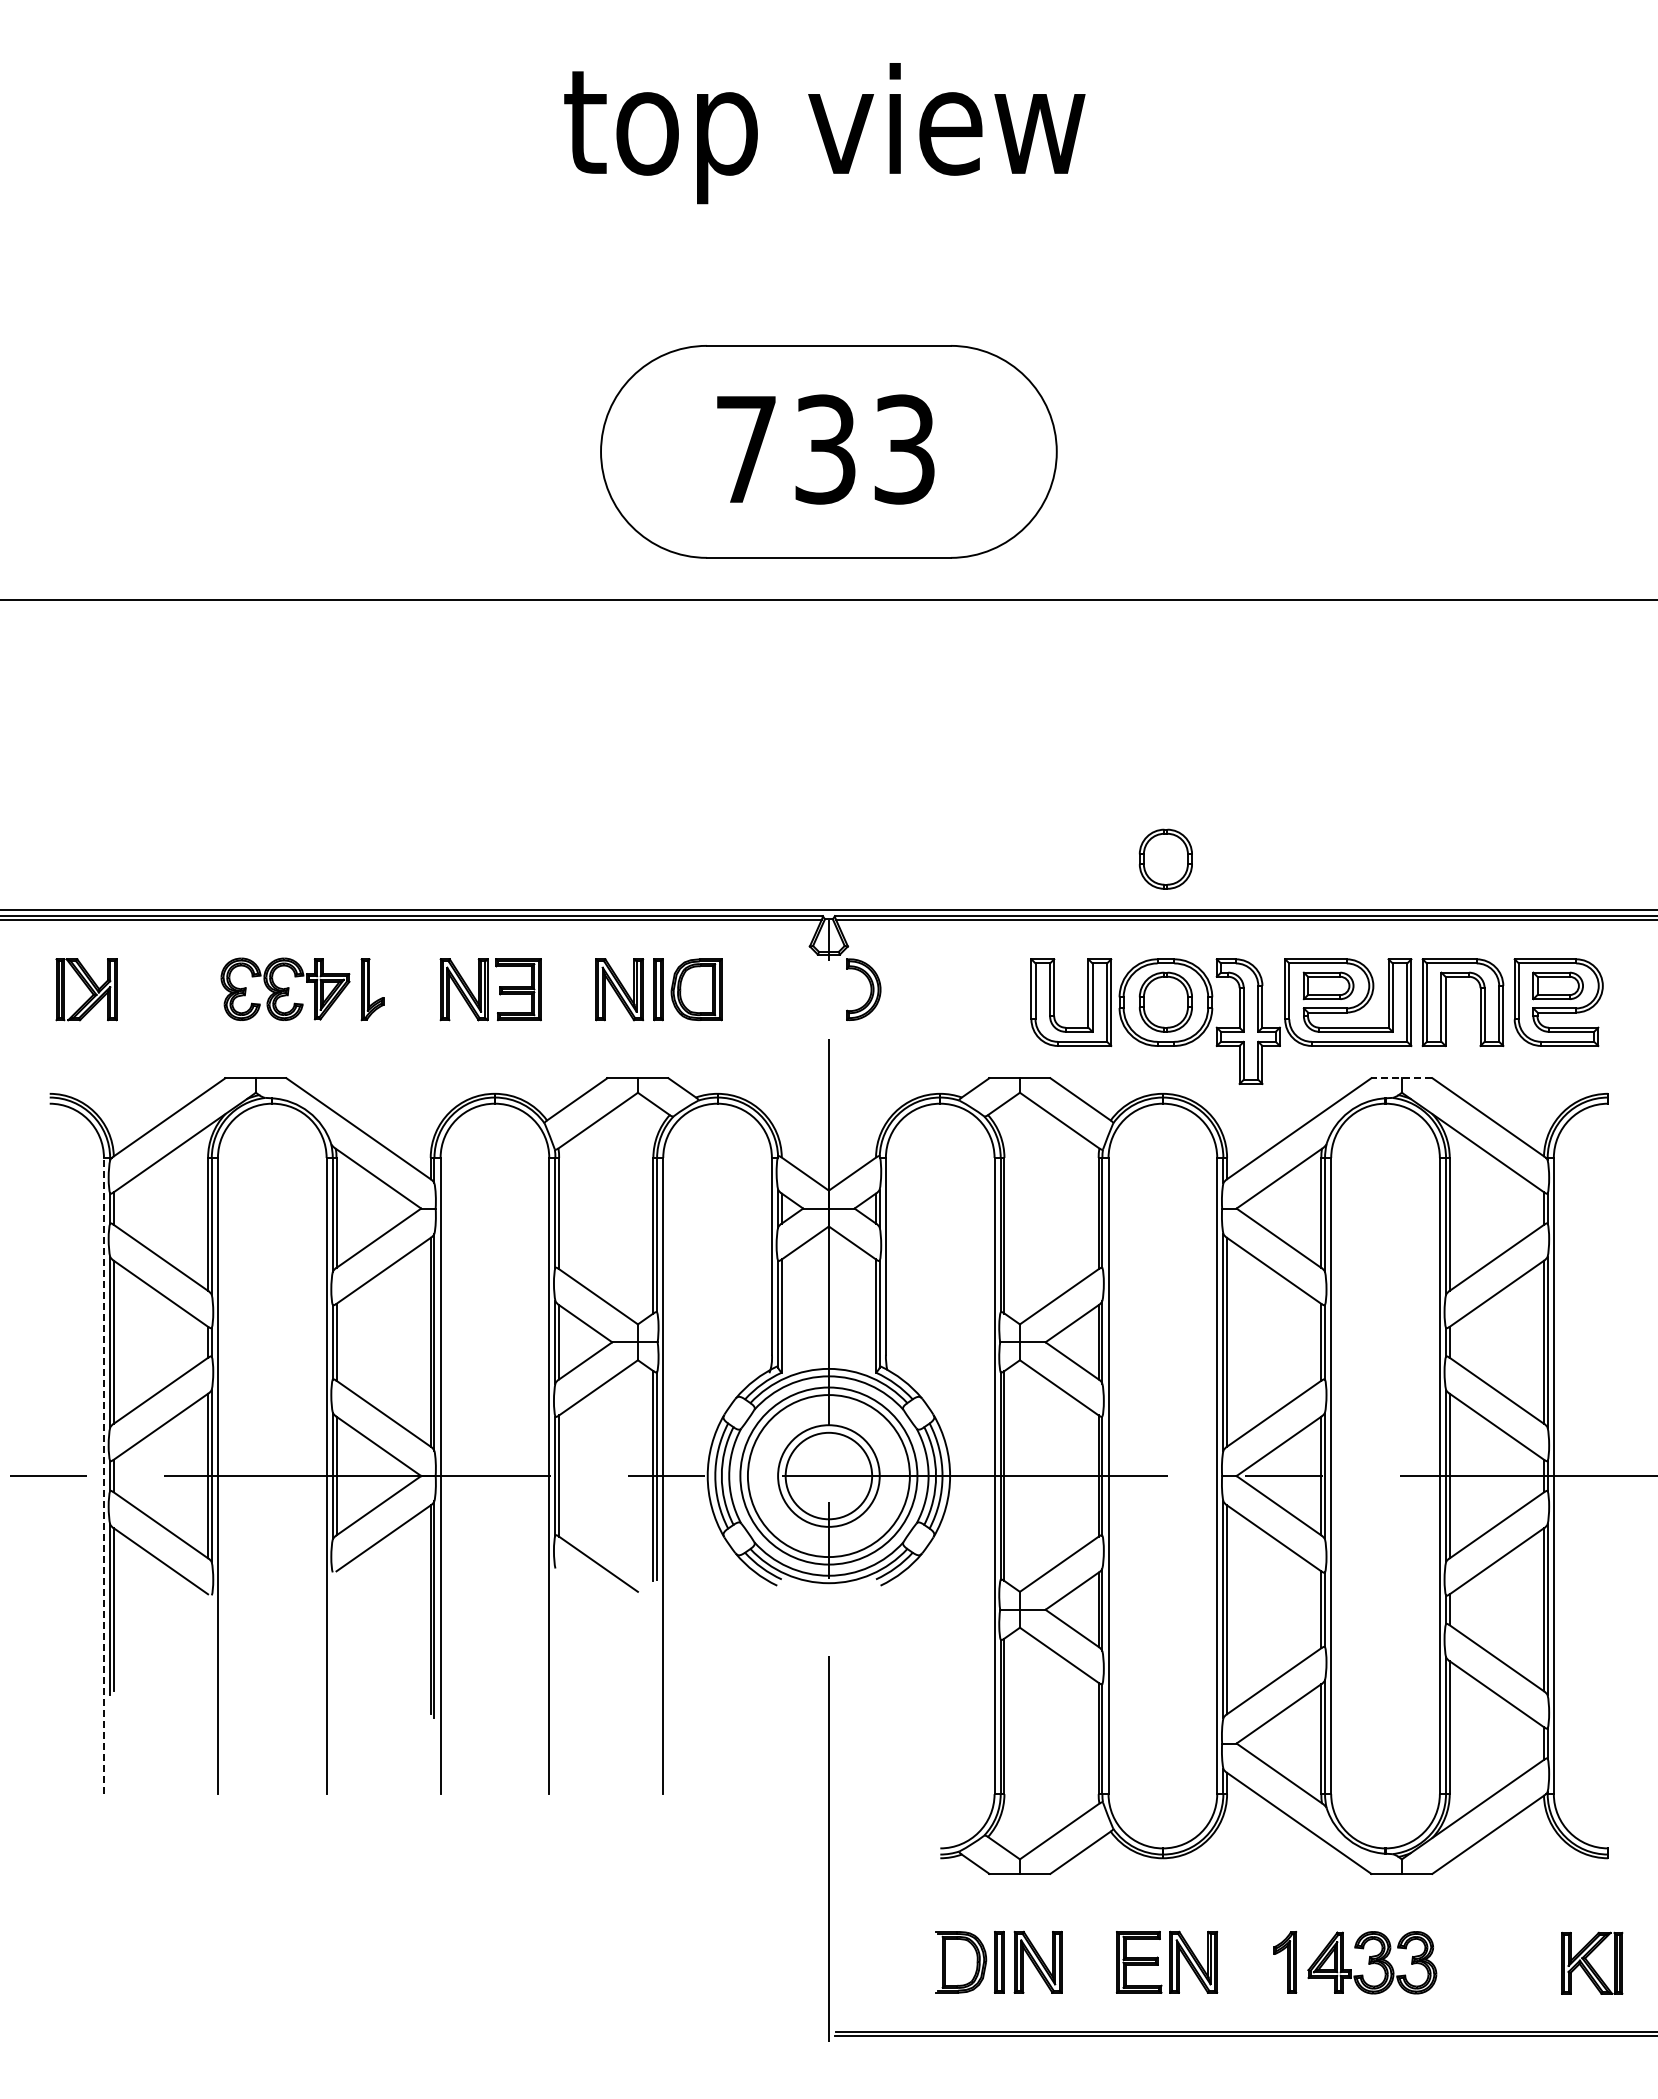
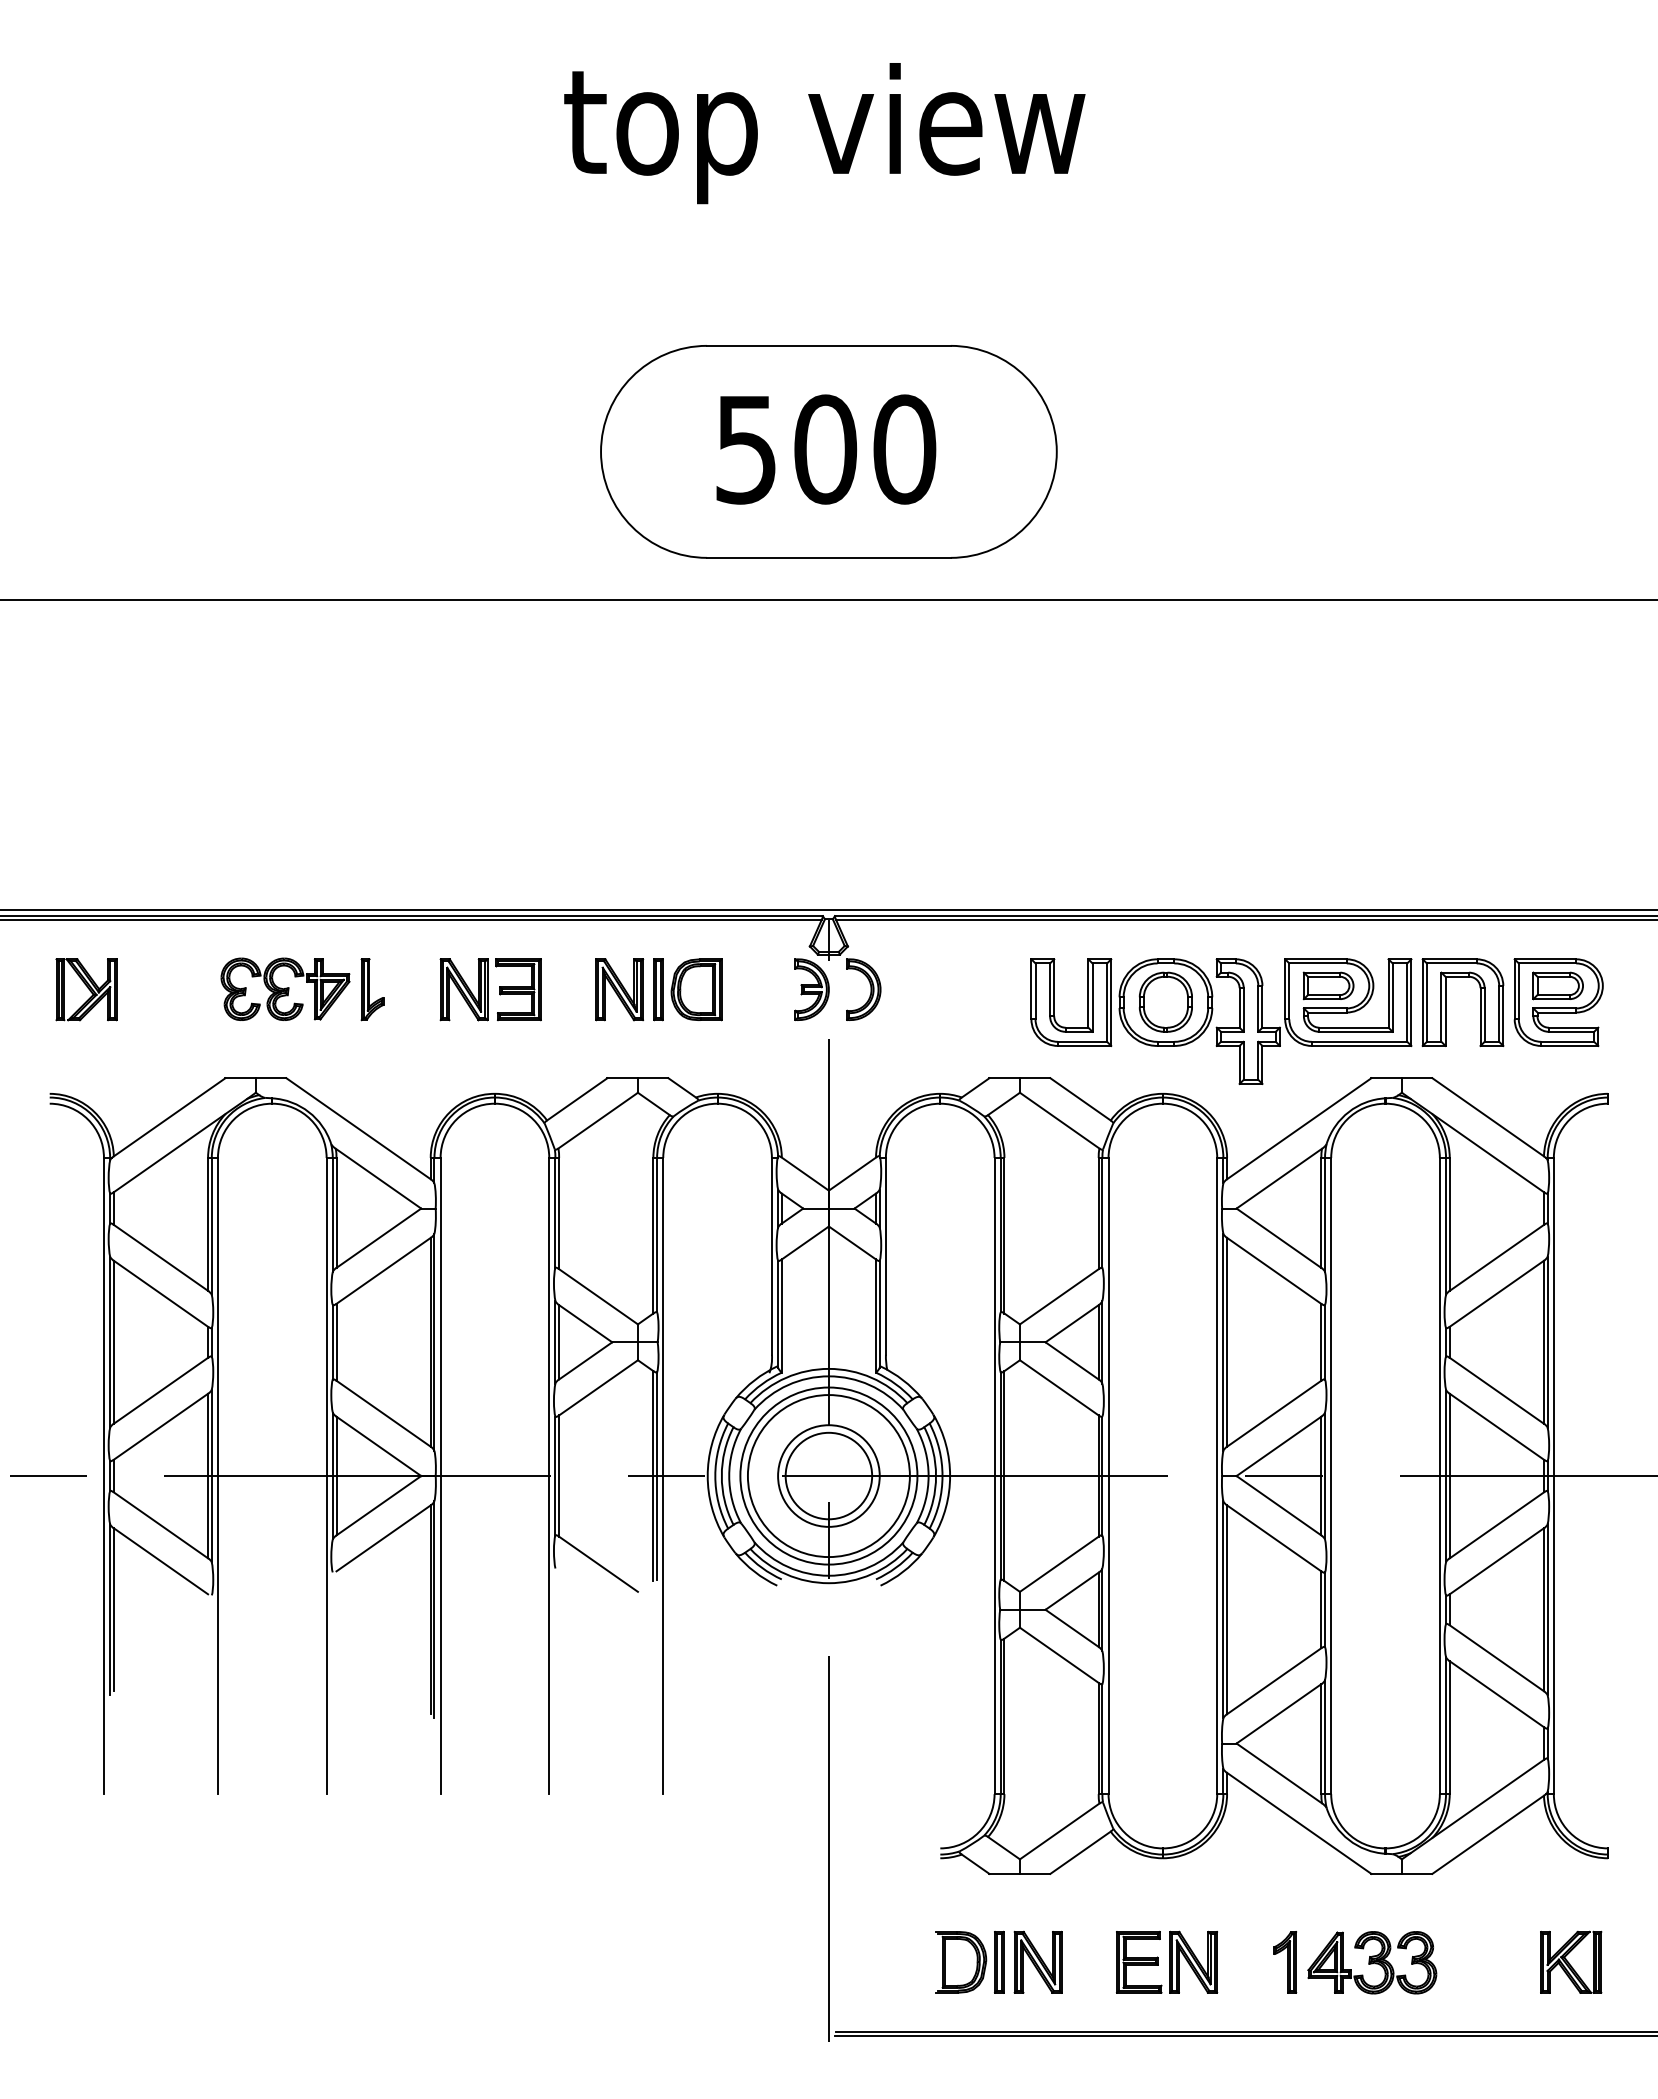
text at (826, 449): 733 -> 500
part at (1165, 858): present -> none
part at (811, 989): none -> present
line at (1401, 1078): dashed -> solid
line at (103, 1475): dashed -> solid
part at (1592, 1962) position: (1592, 1962) -> (1571, 1961)
